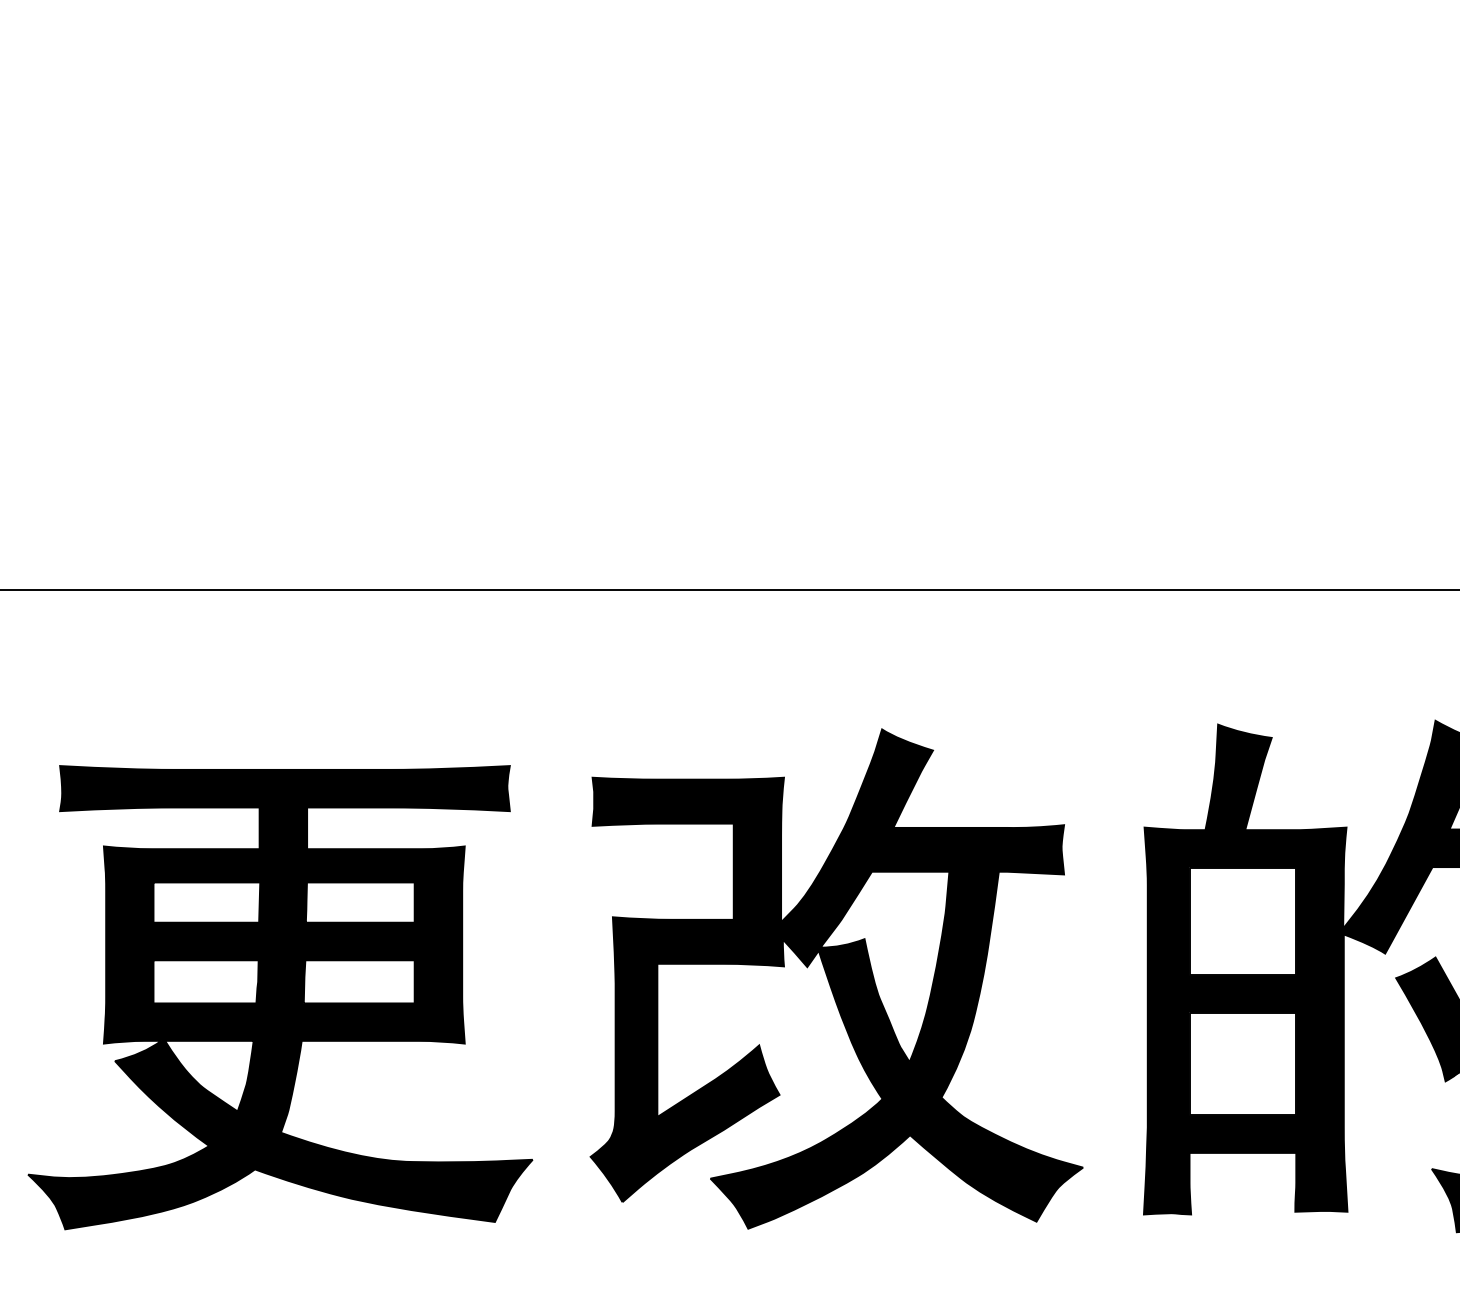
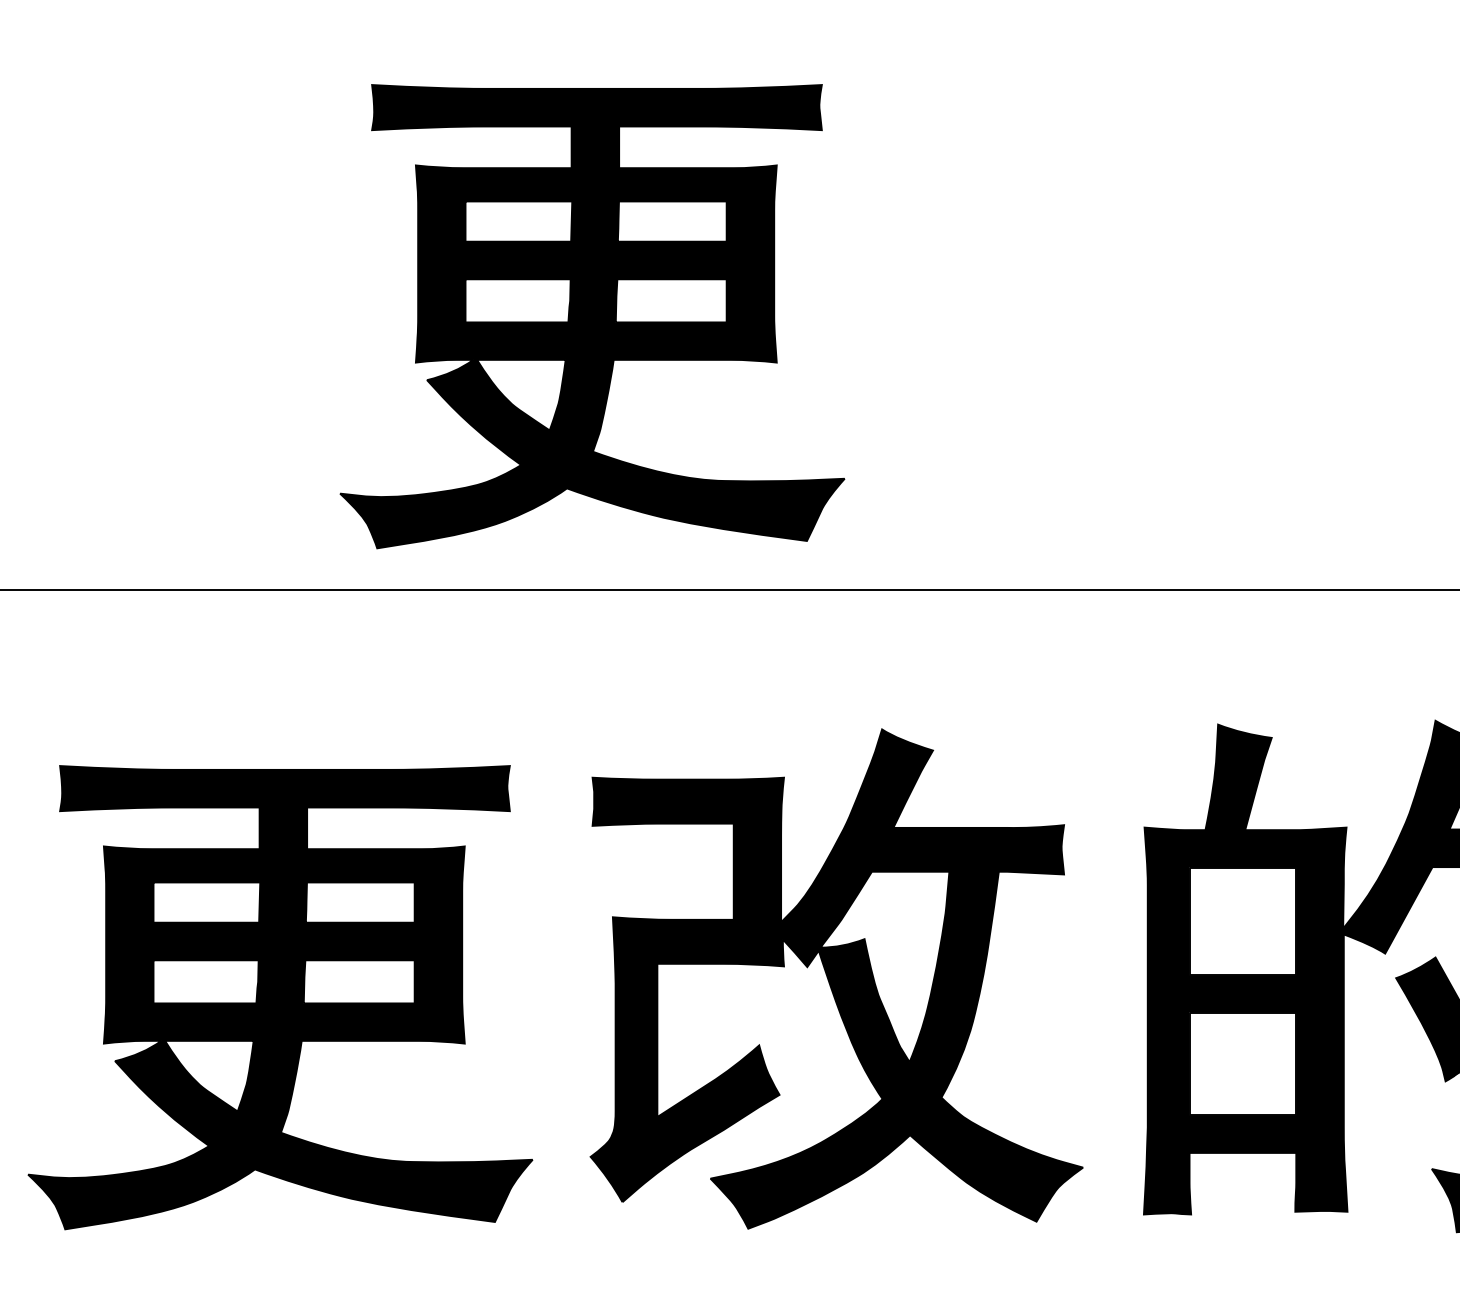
part at (592, 316): none -> present
